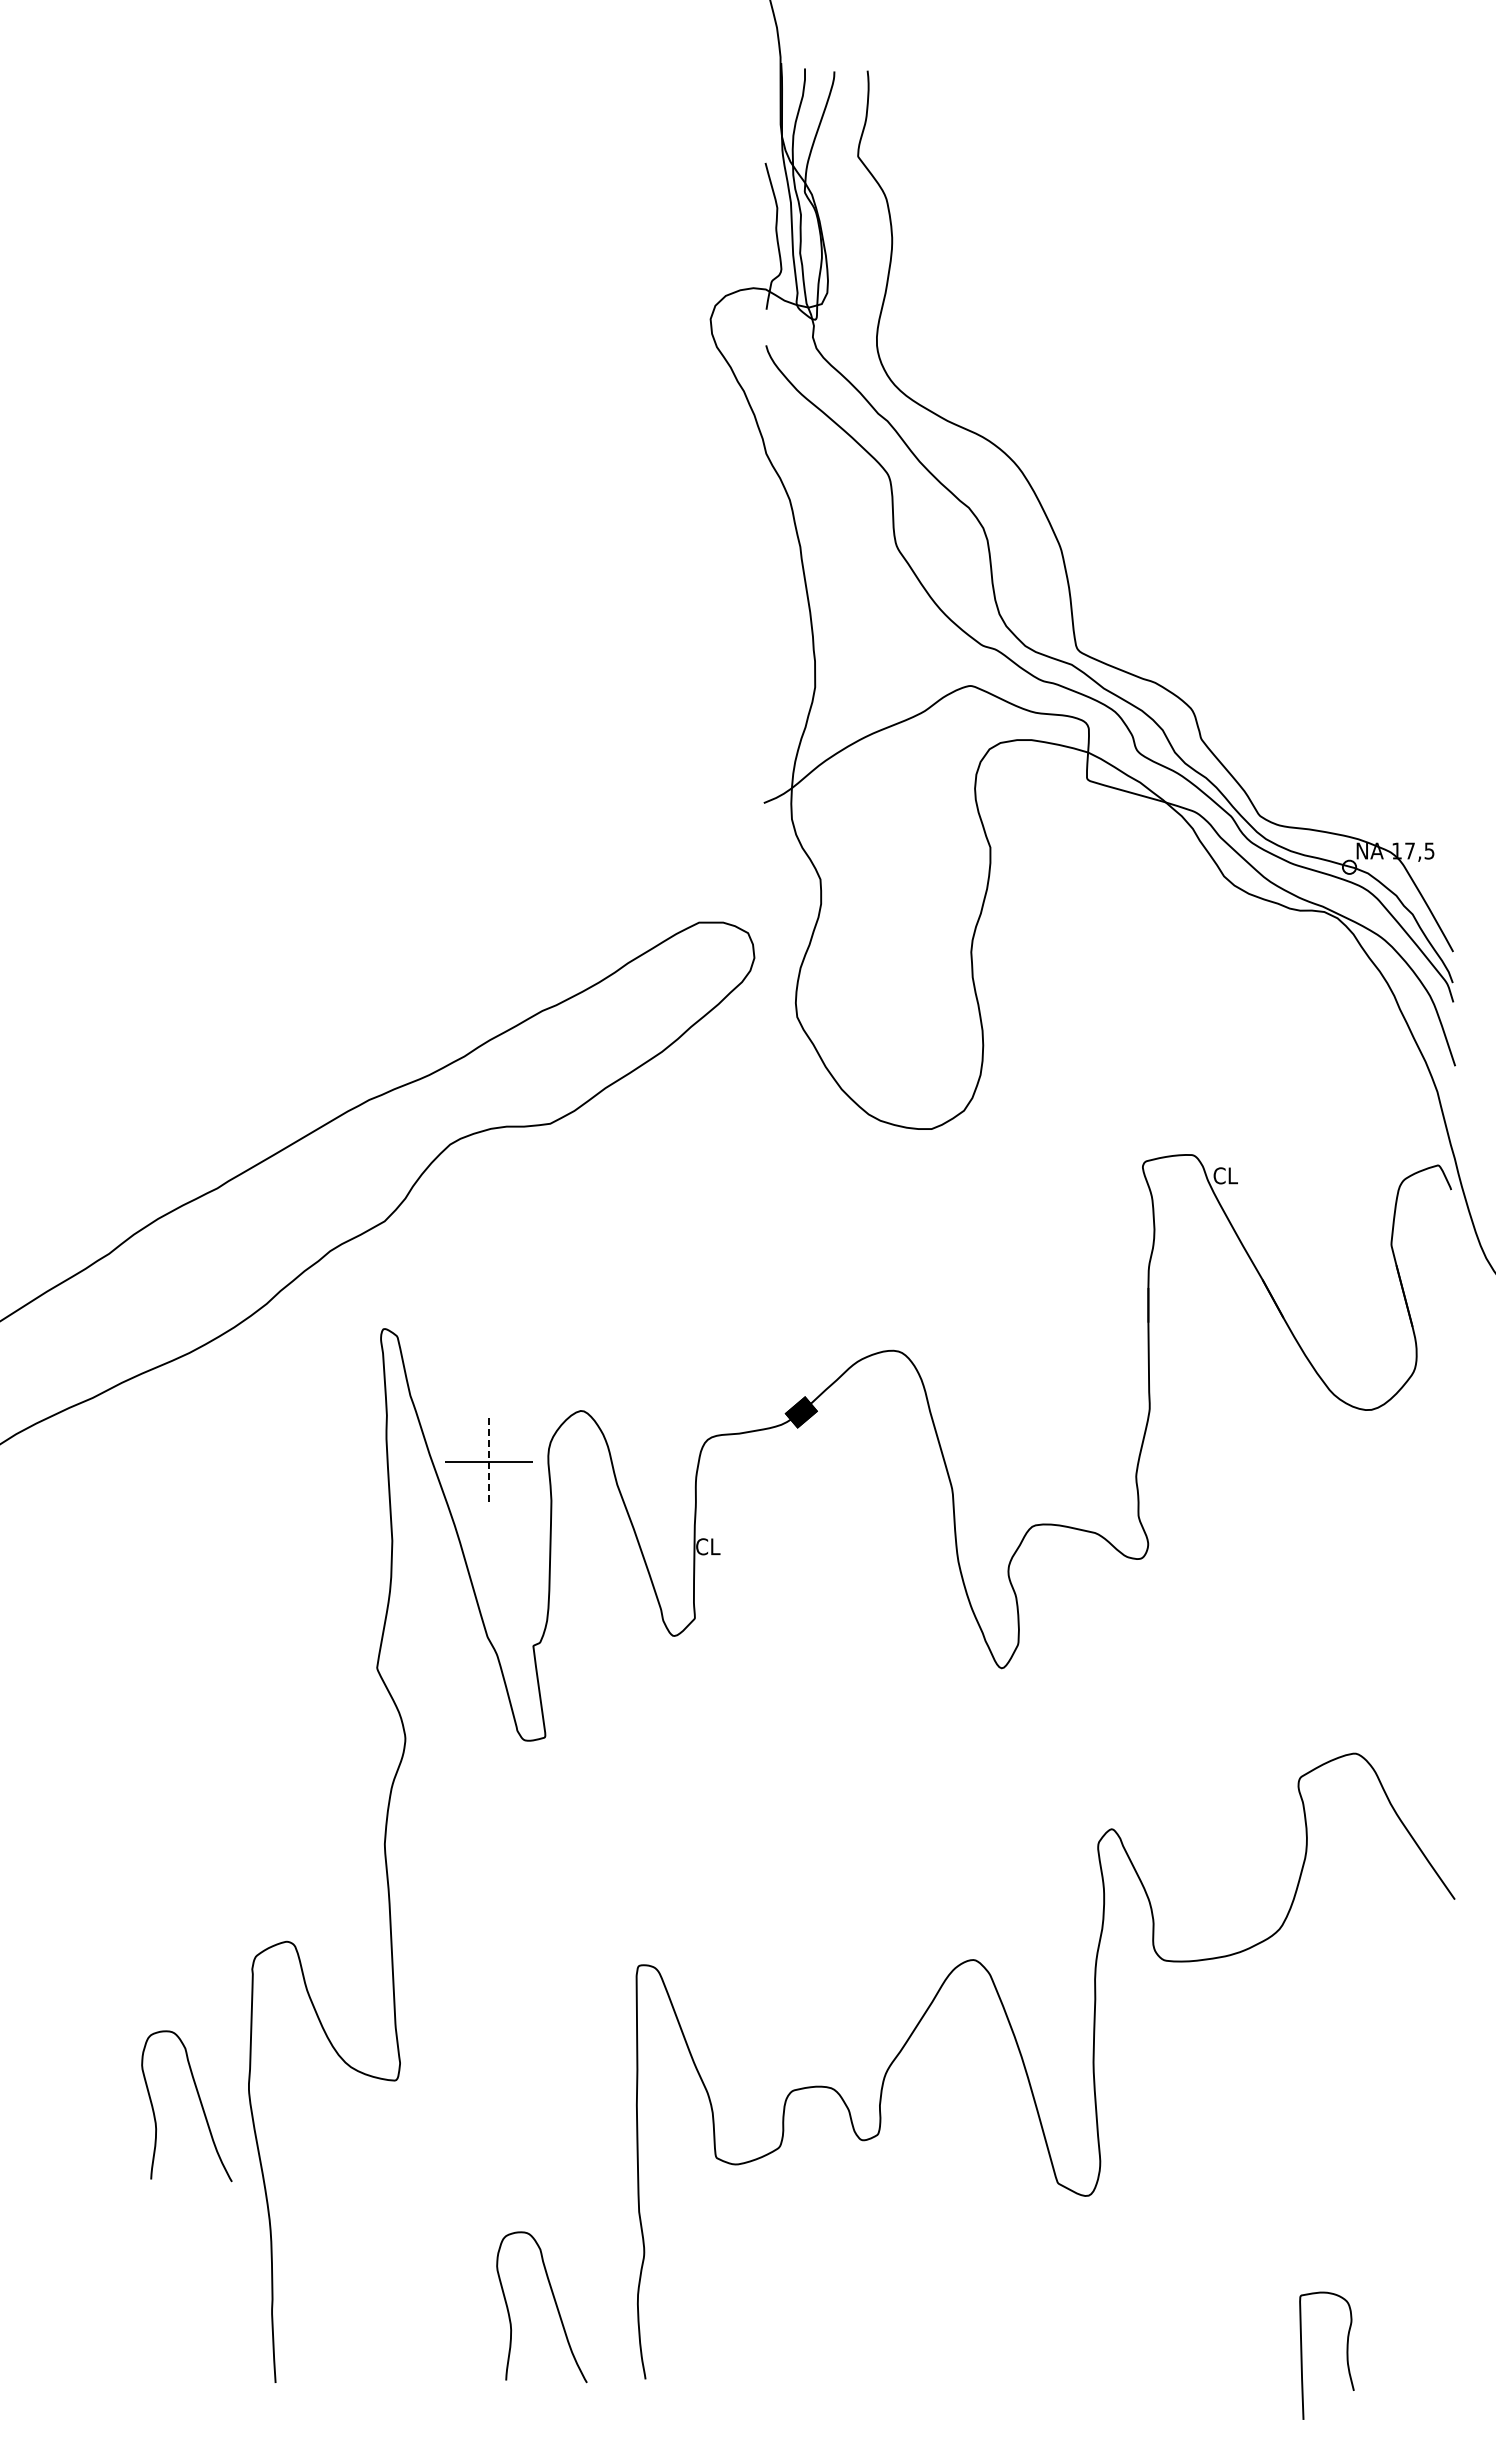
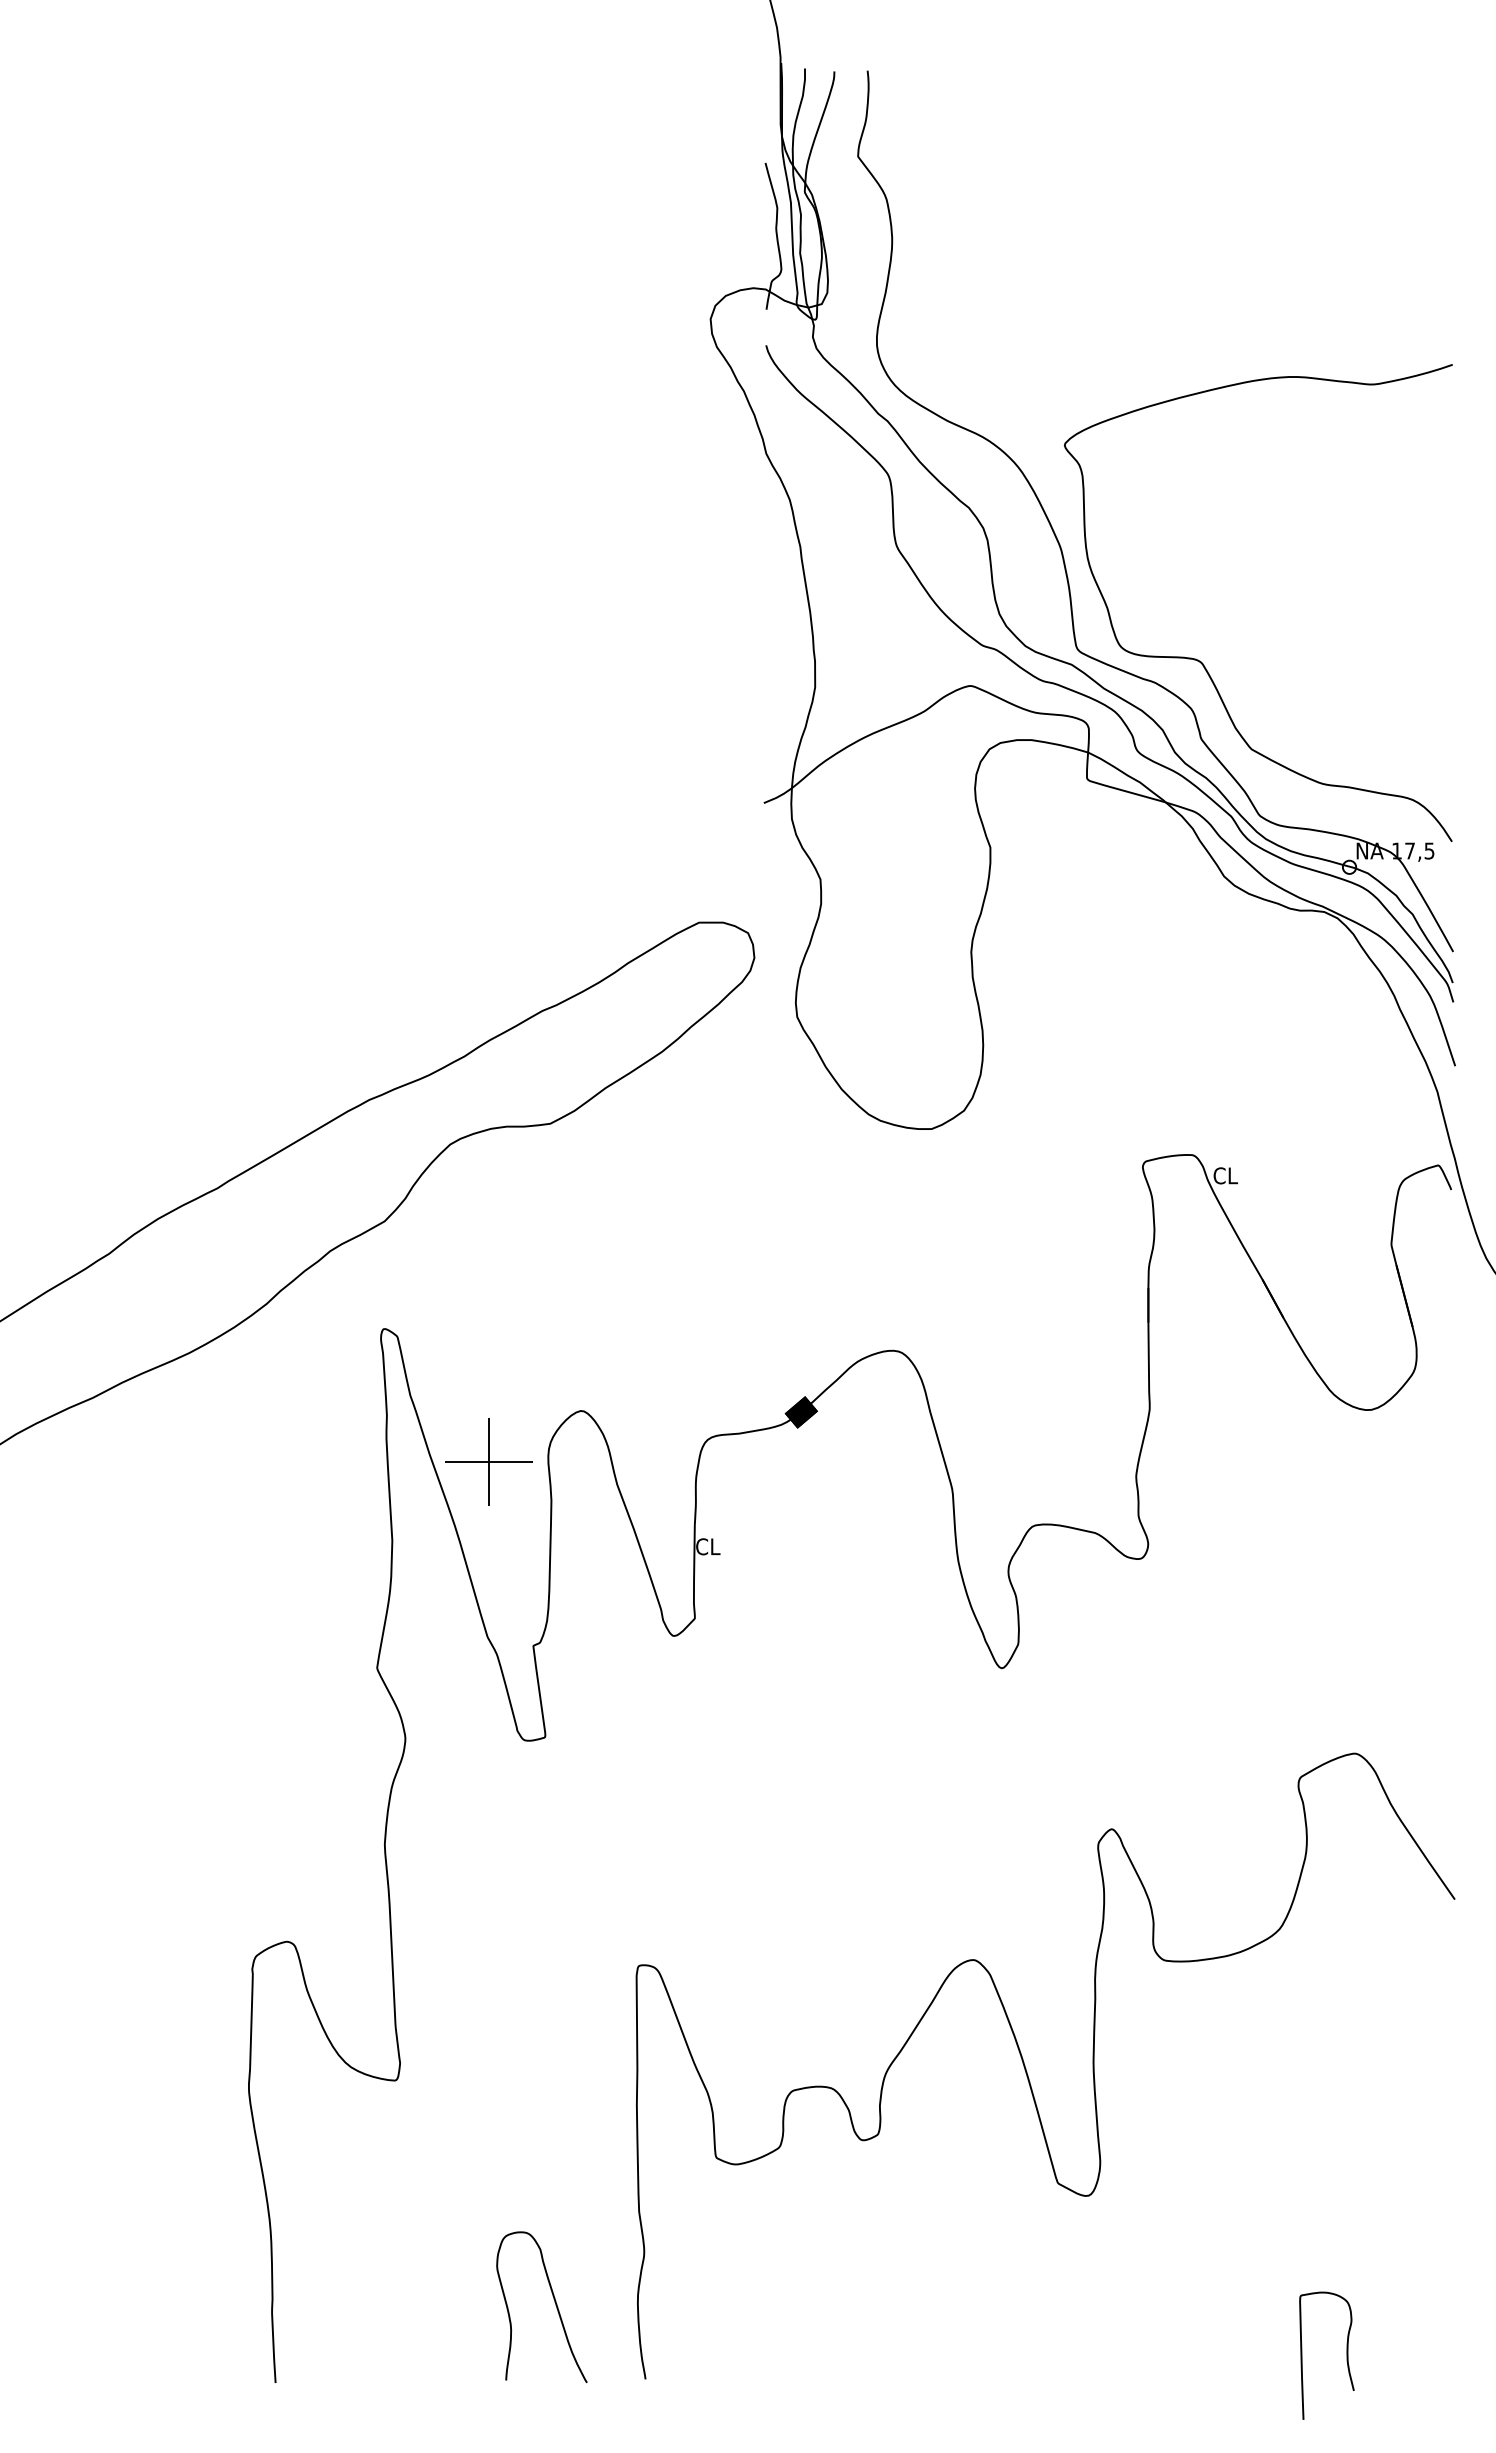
curve at (1201, 661): none -> present
line at (489, 1462): dashed -> solid
curve at (199, 2101): present -> none
